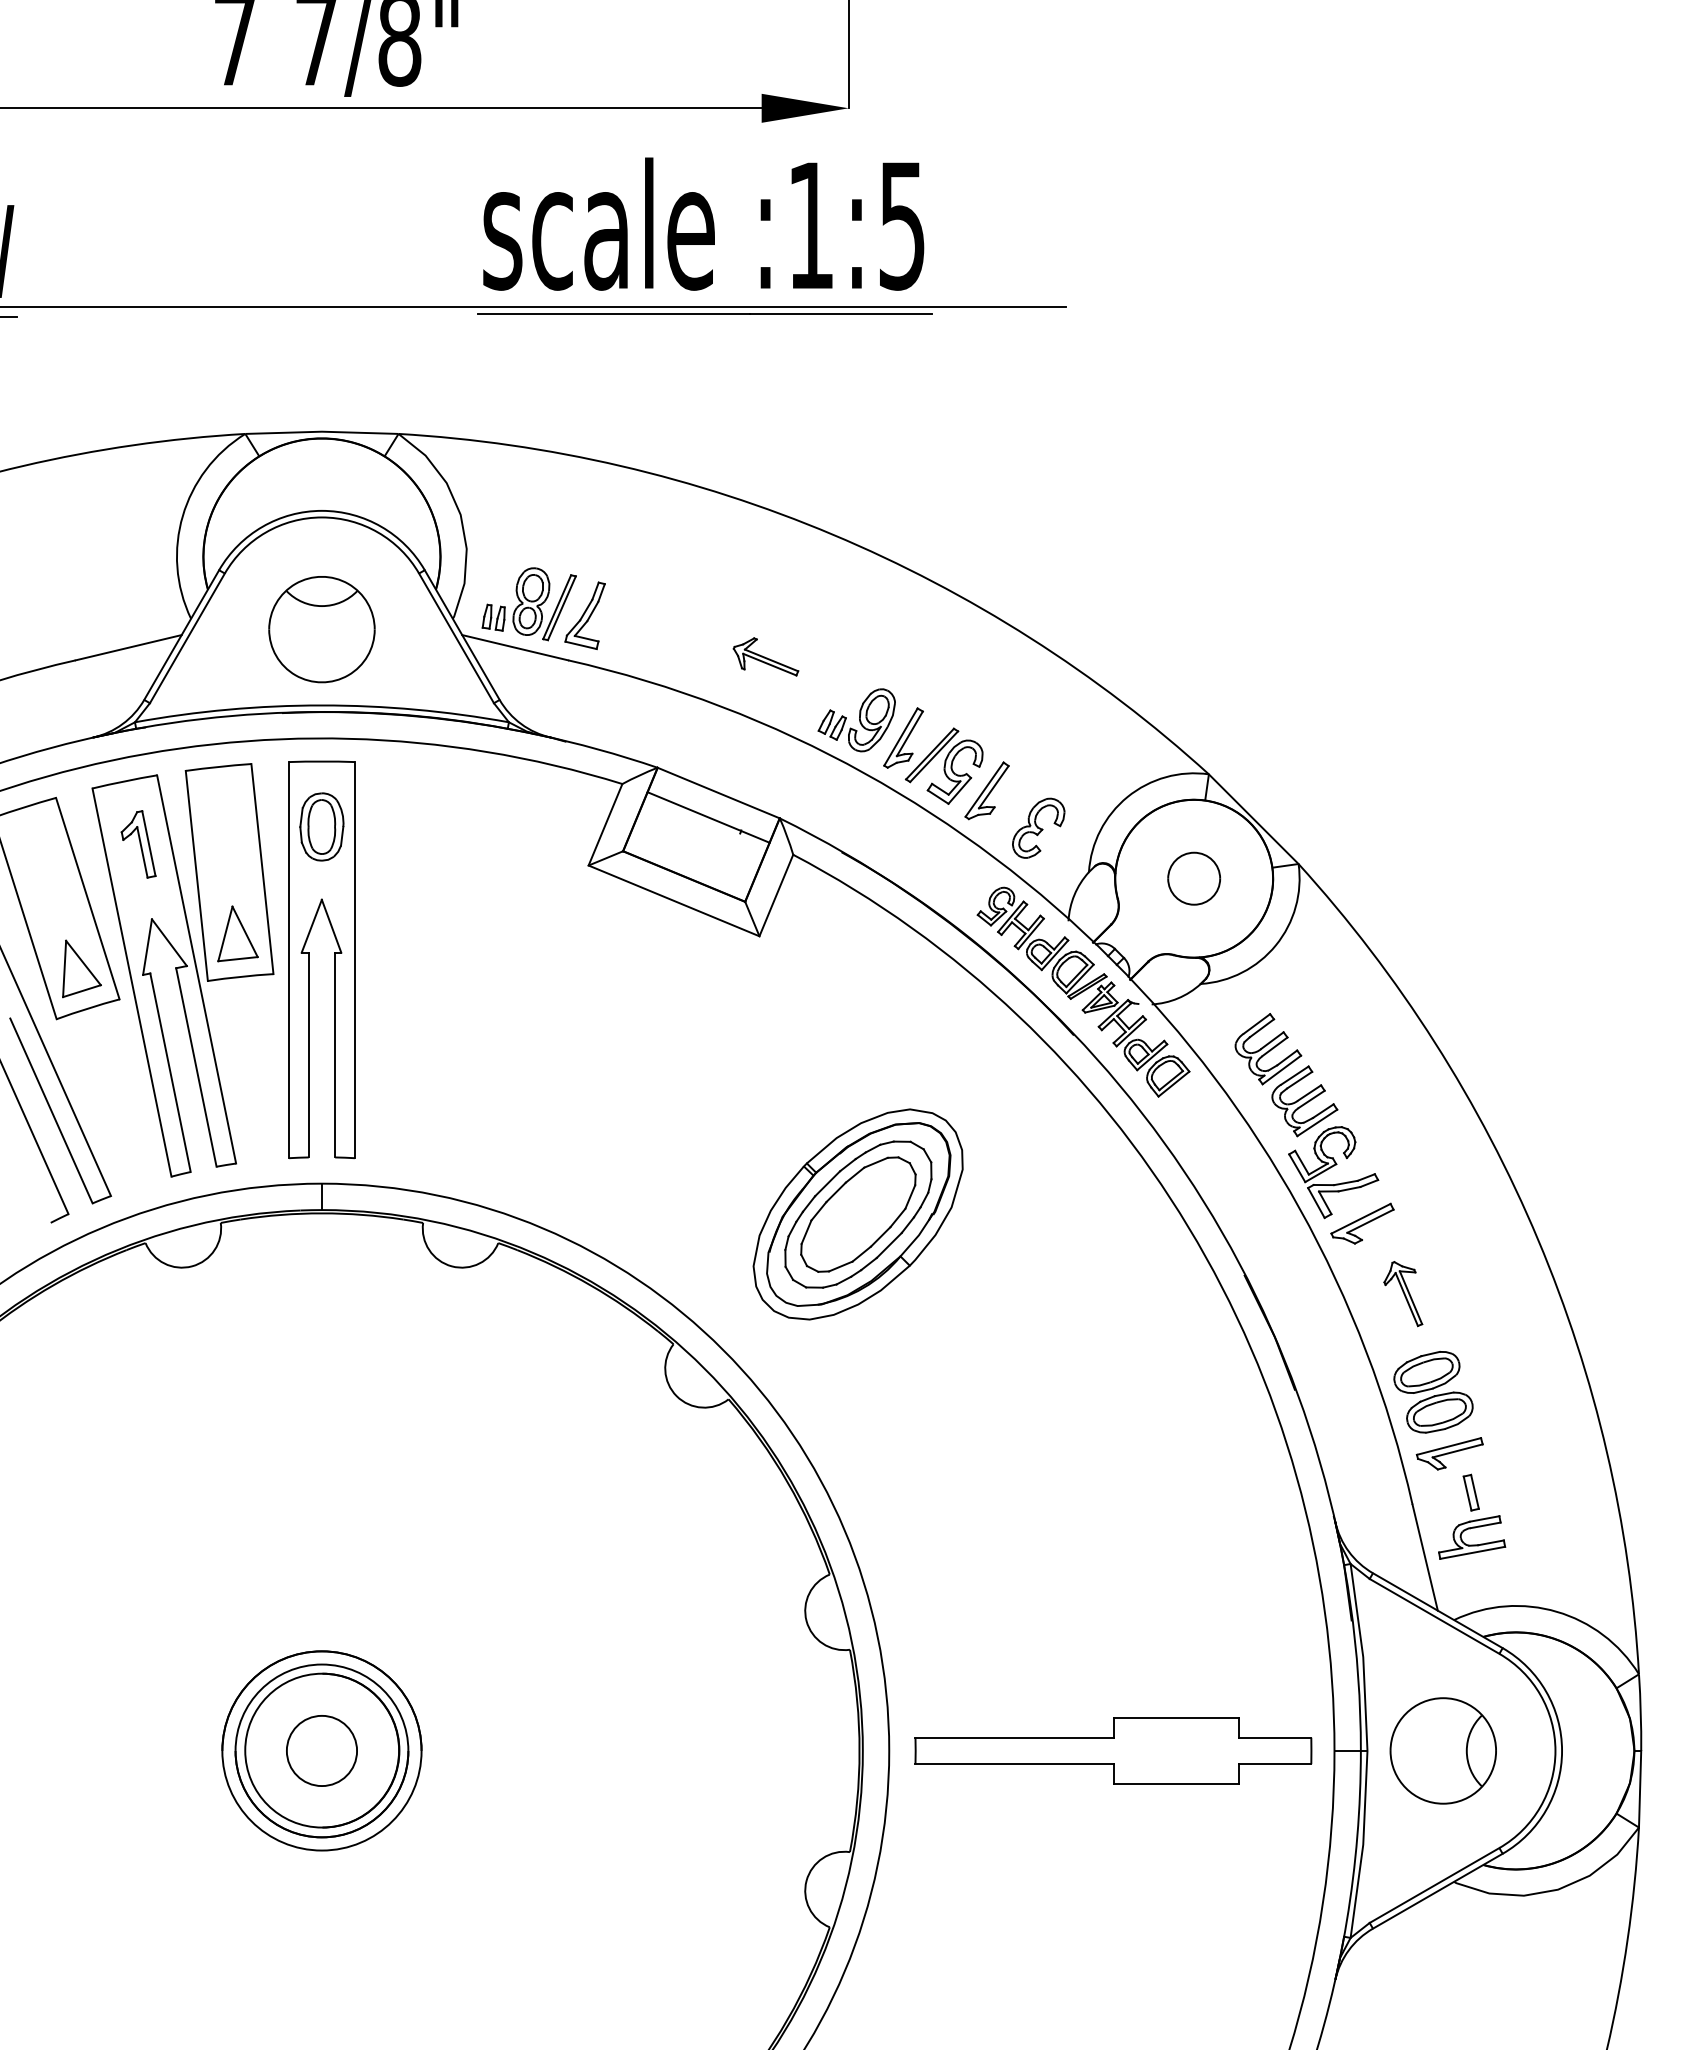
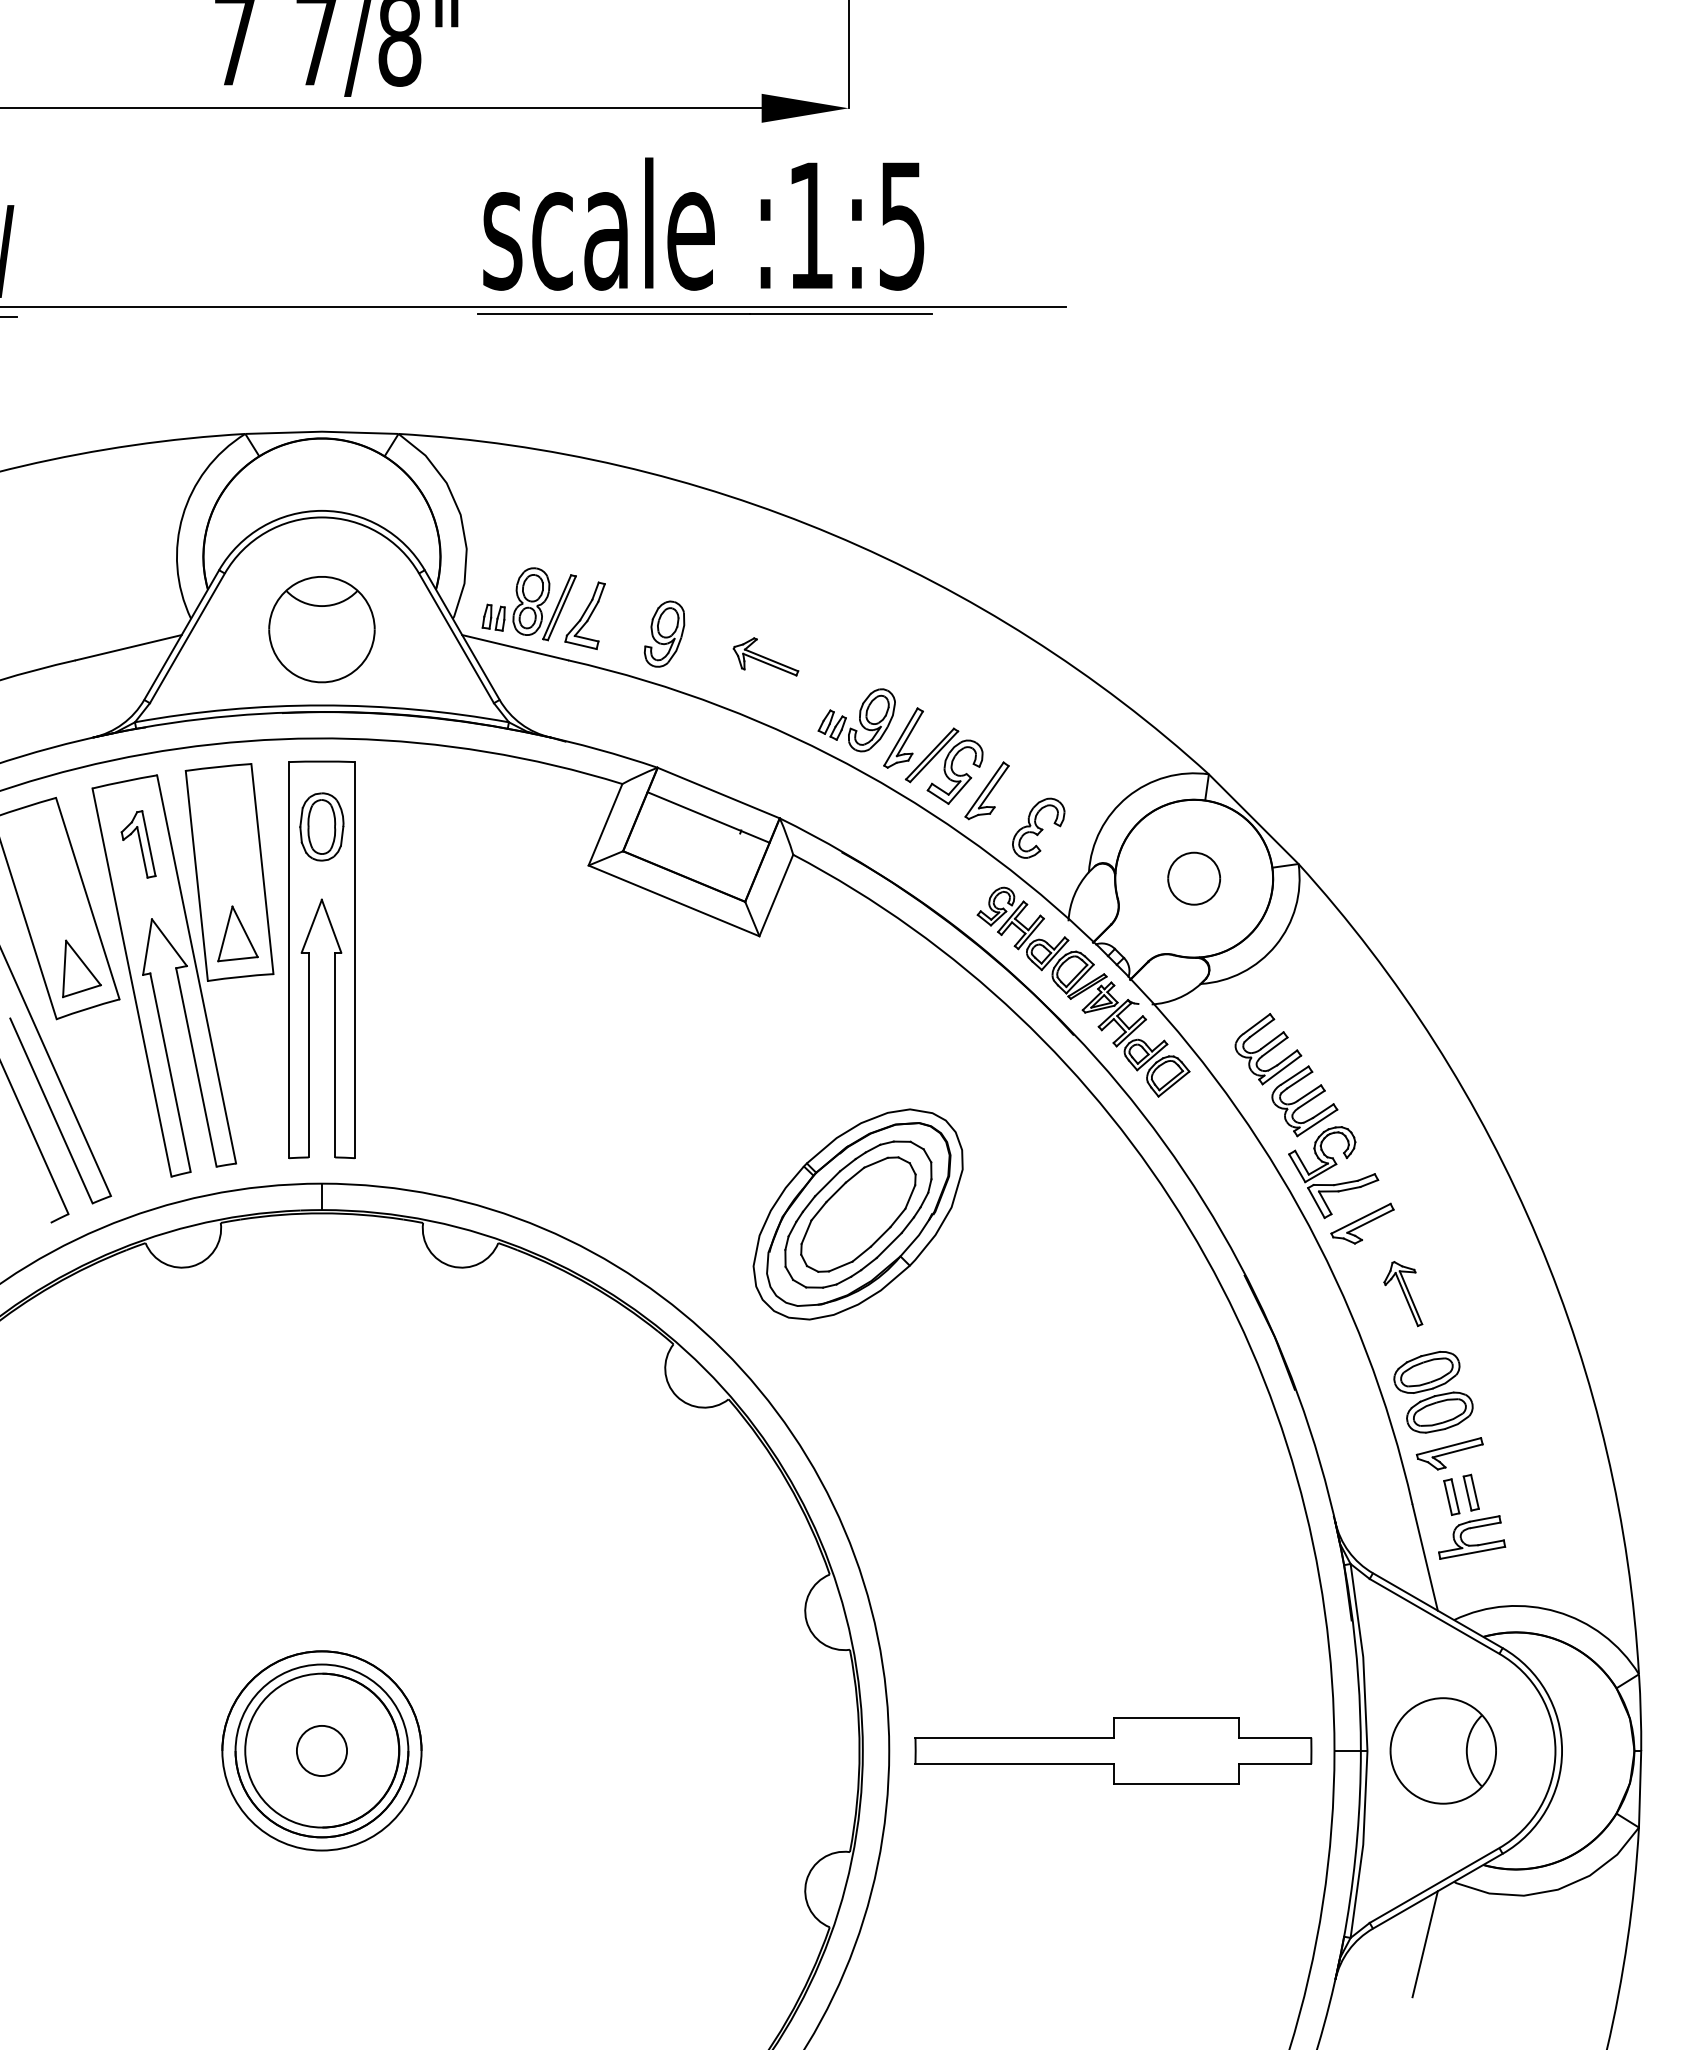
part at (664, 633): none -> present
part at (1451, 1496): none -> present
circle at (321, 1750) diameter: 70 px -> 50 px
line at (1424, 1944): none -> present
